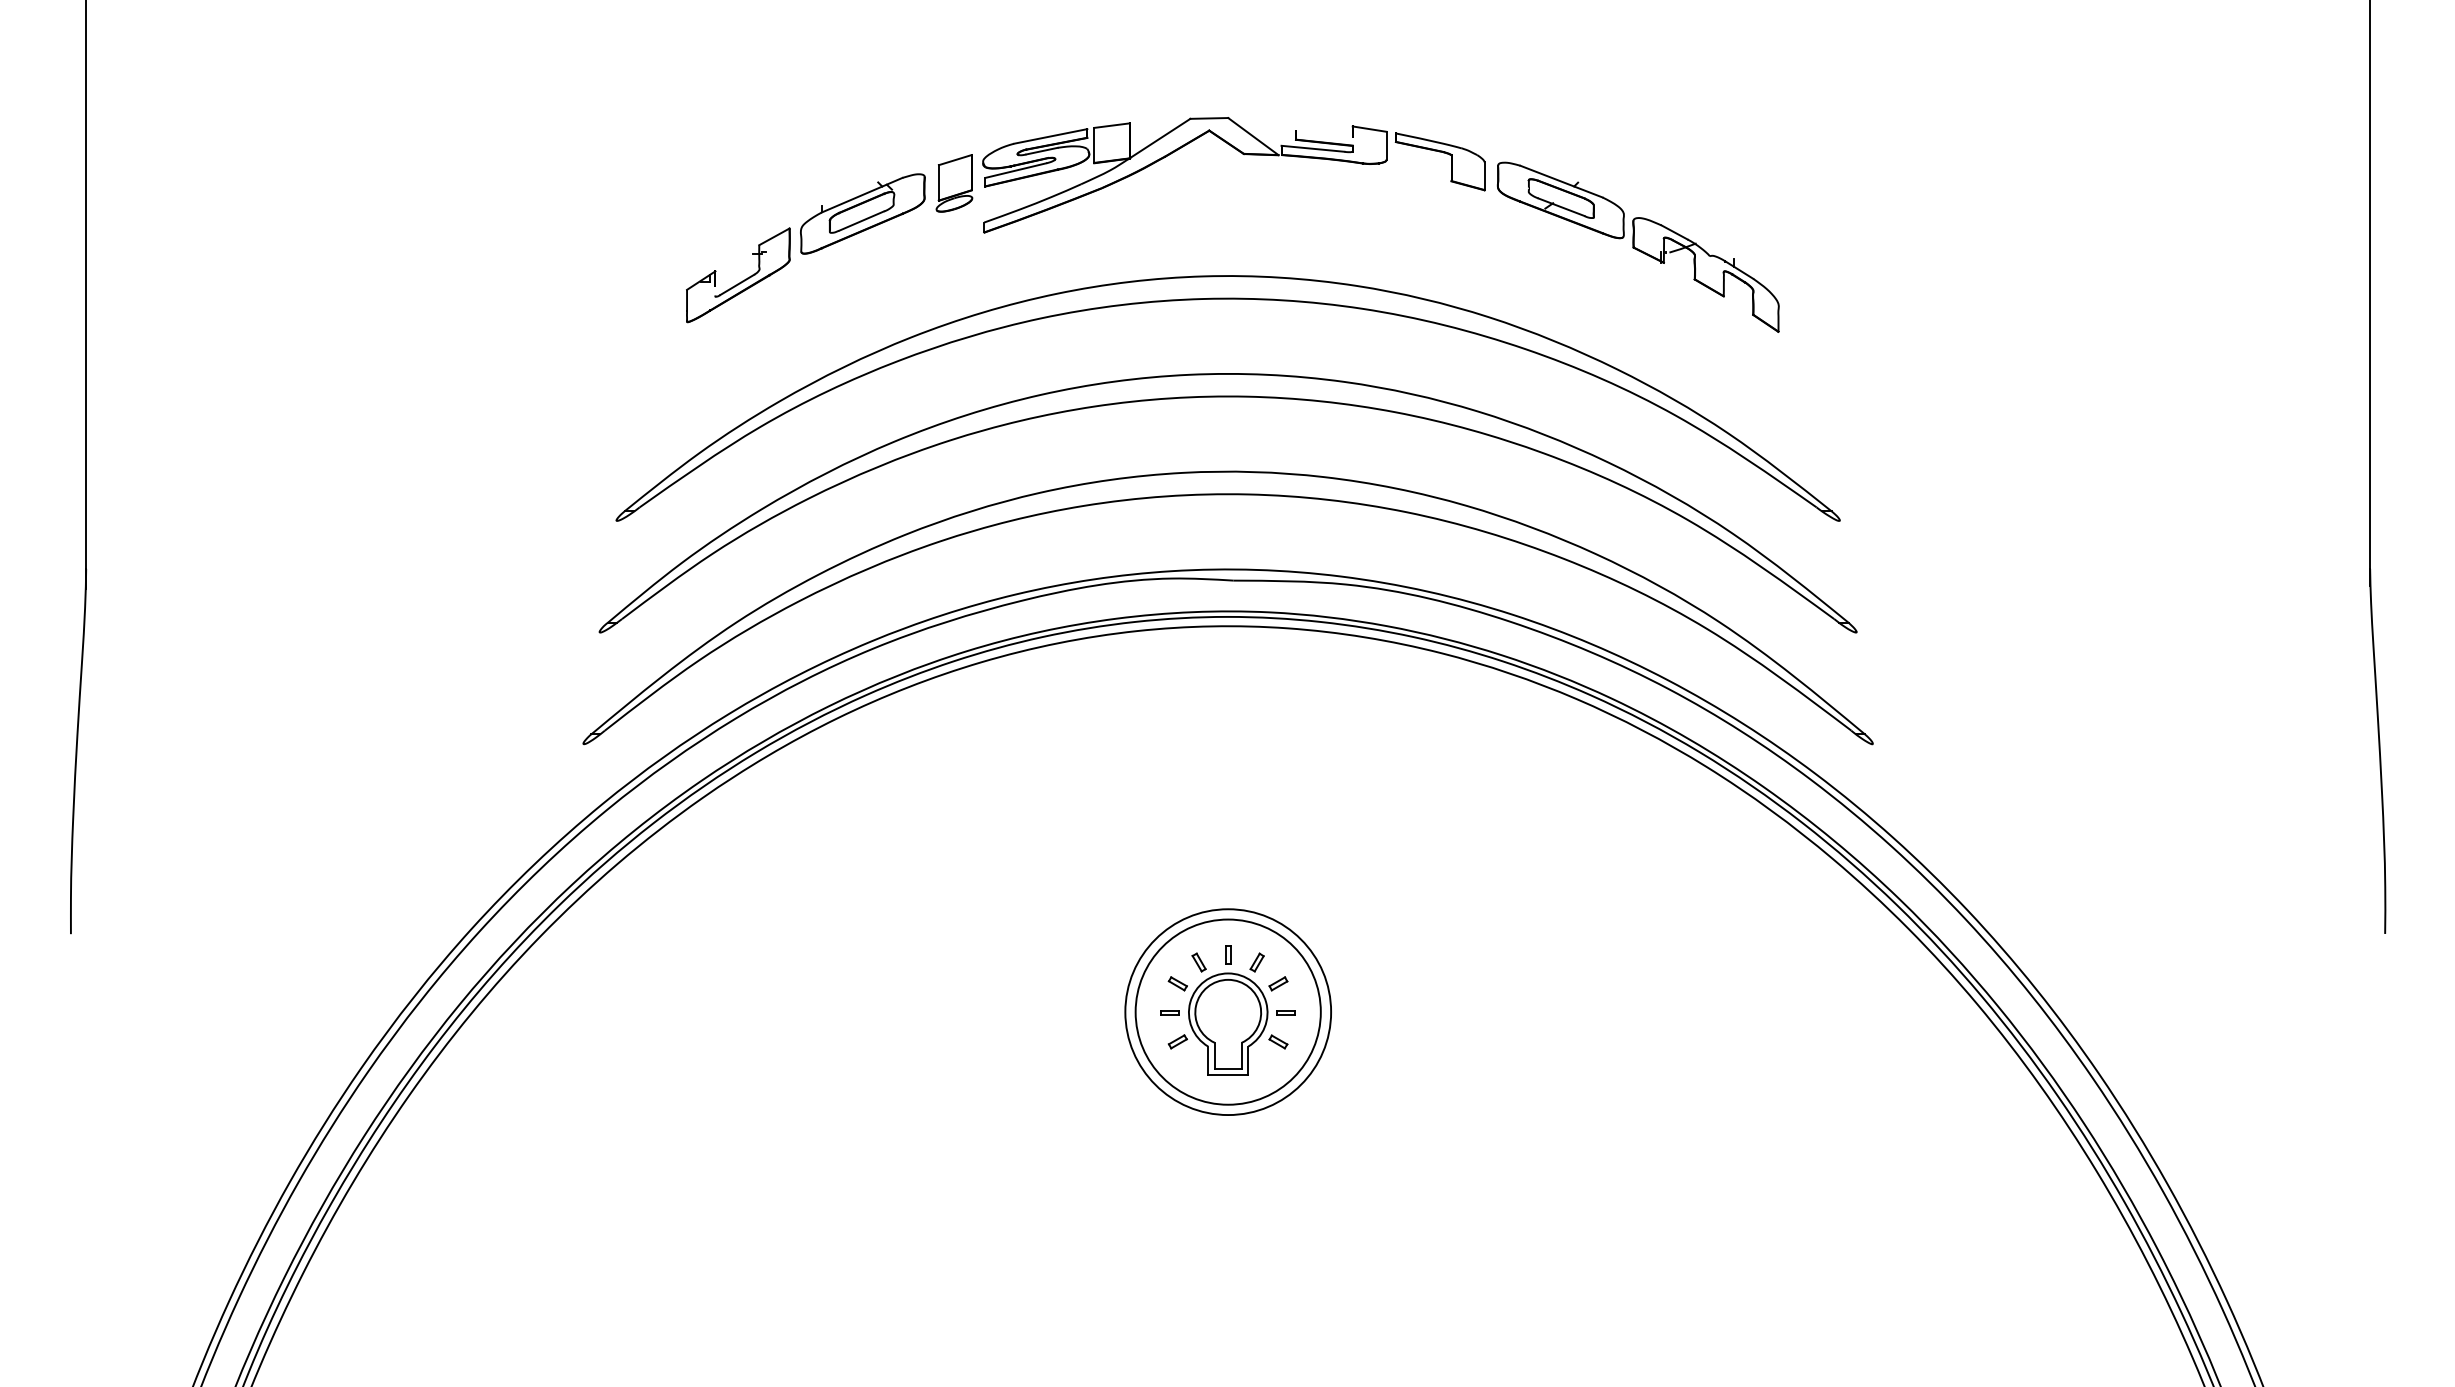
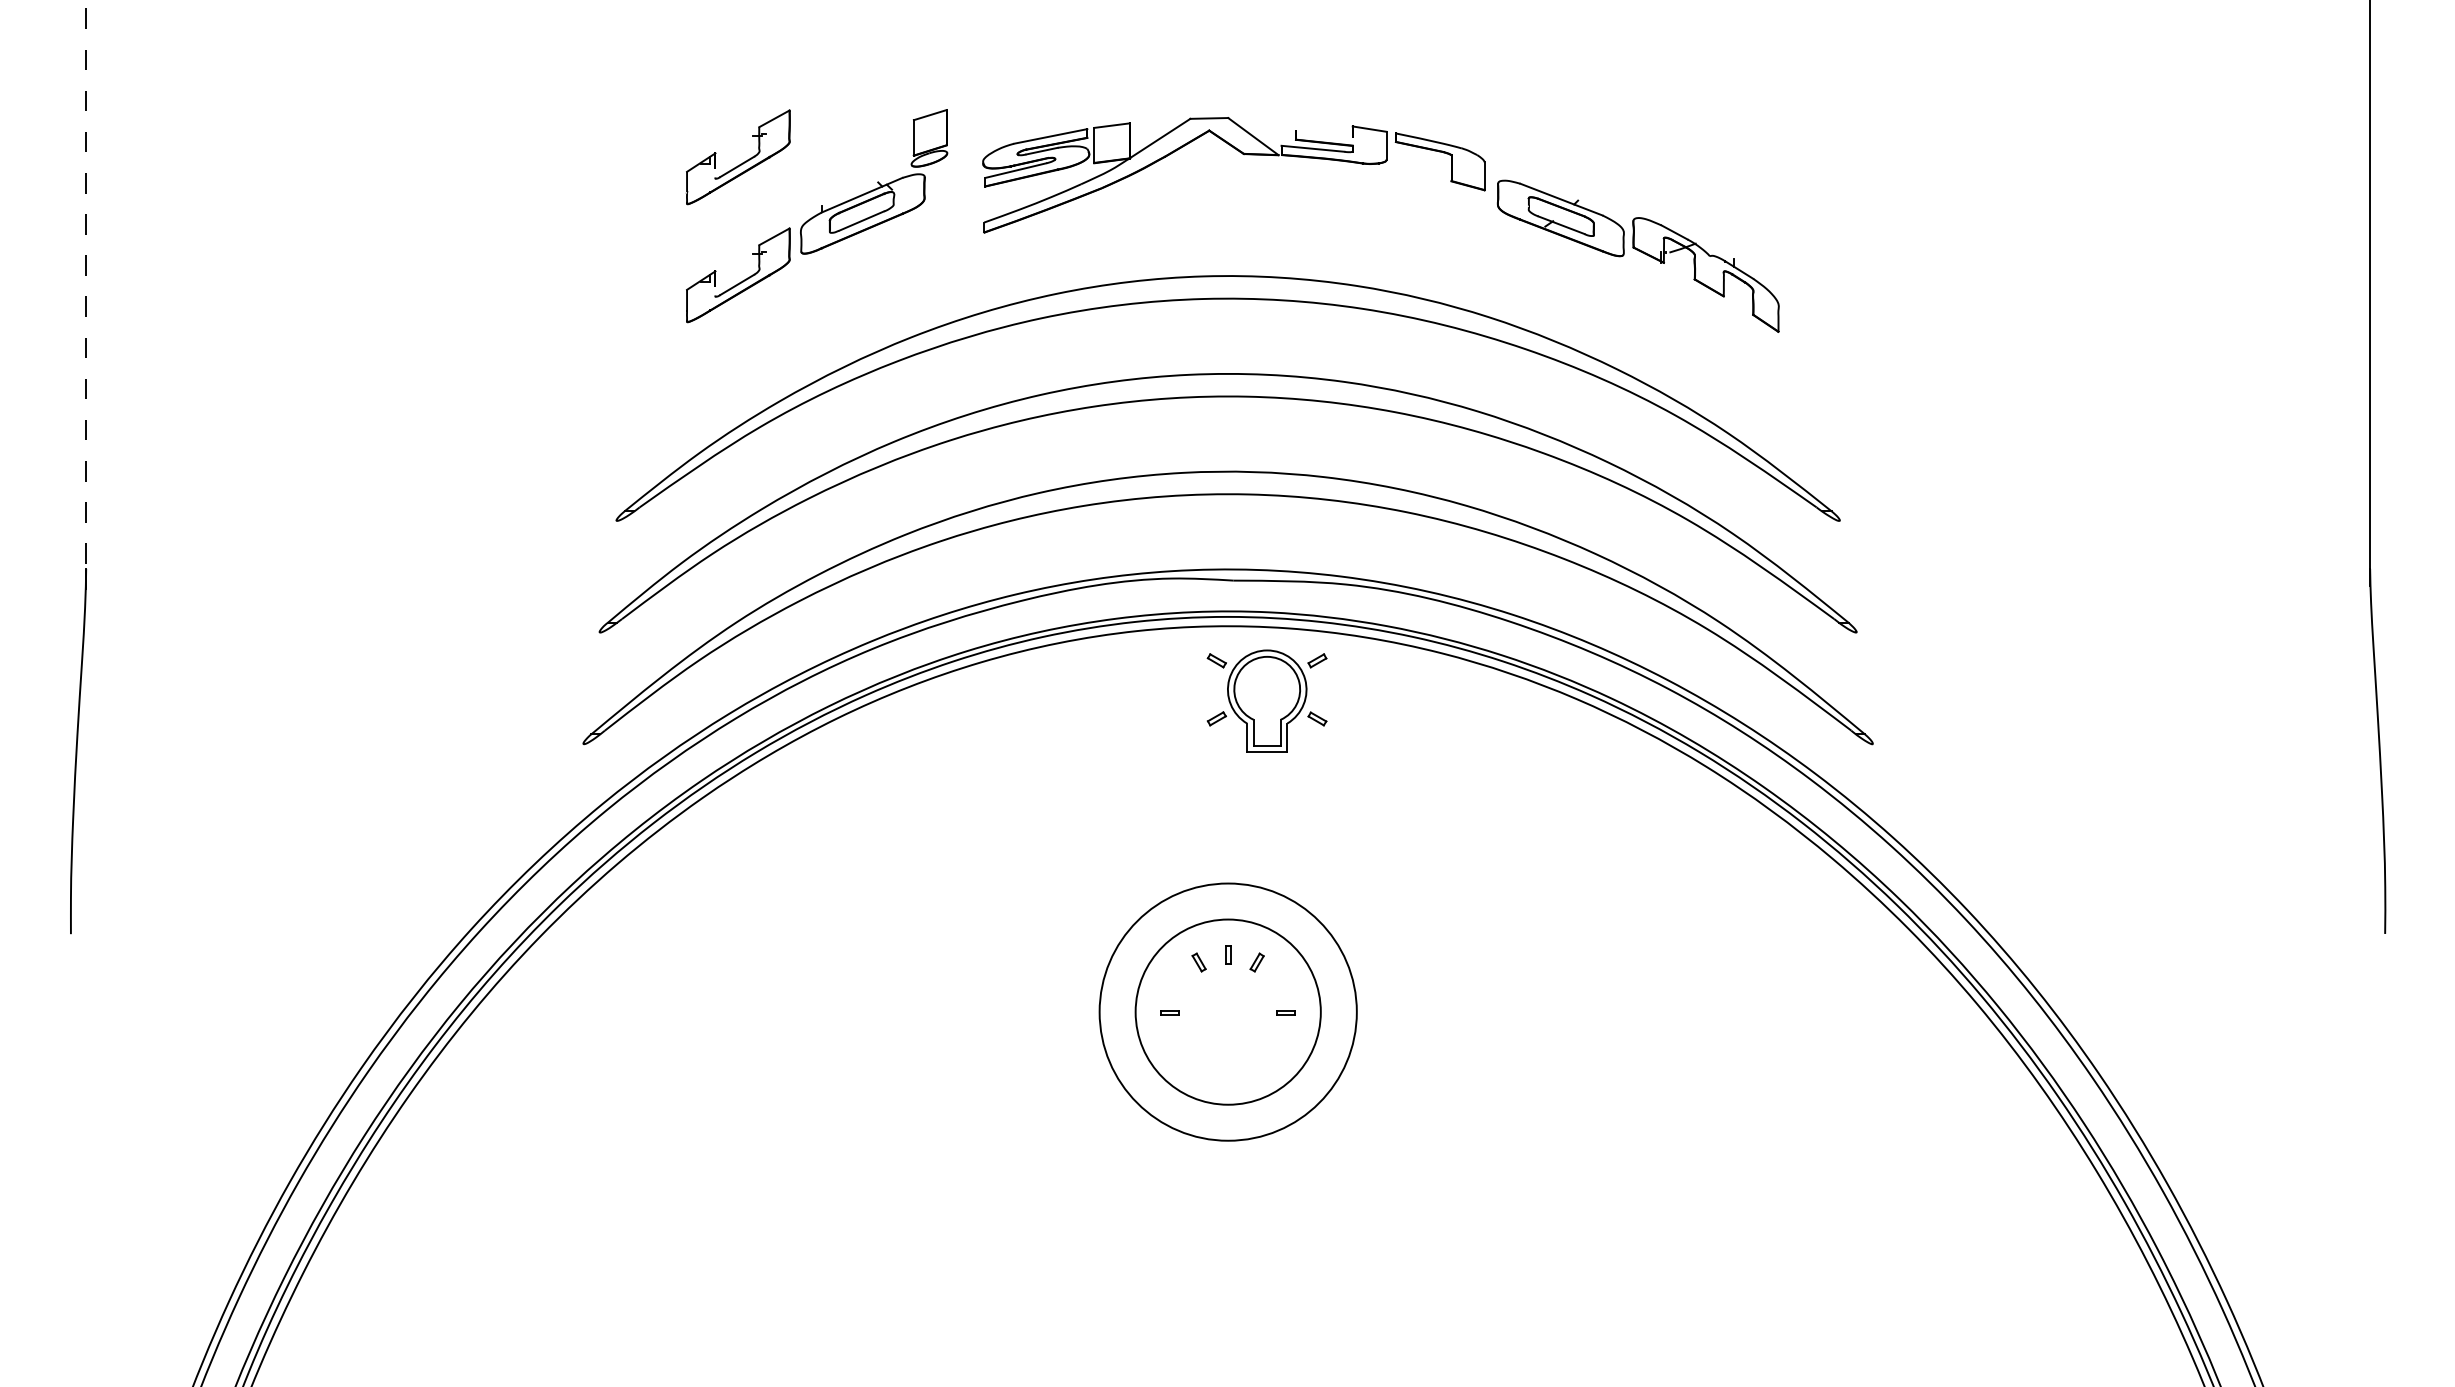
part at (740, 163): none -> present
part at (954, 183) position: (954, 183) -> (929, 138)
part at (1560, 200) position: (1560, 200) -> (1560, 218)
line at (86, 284): solid -> dashed
circle at (1228, 1012) diameter: 206 px -> 257 px
part at (1227, 1023) position: (1227, 1023) -> (1266, 700)
